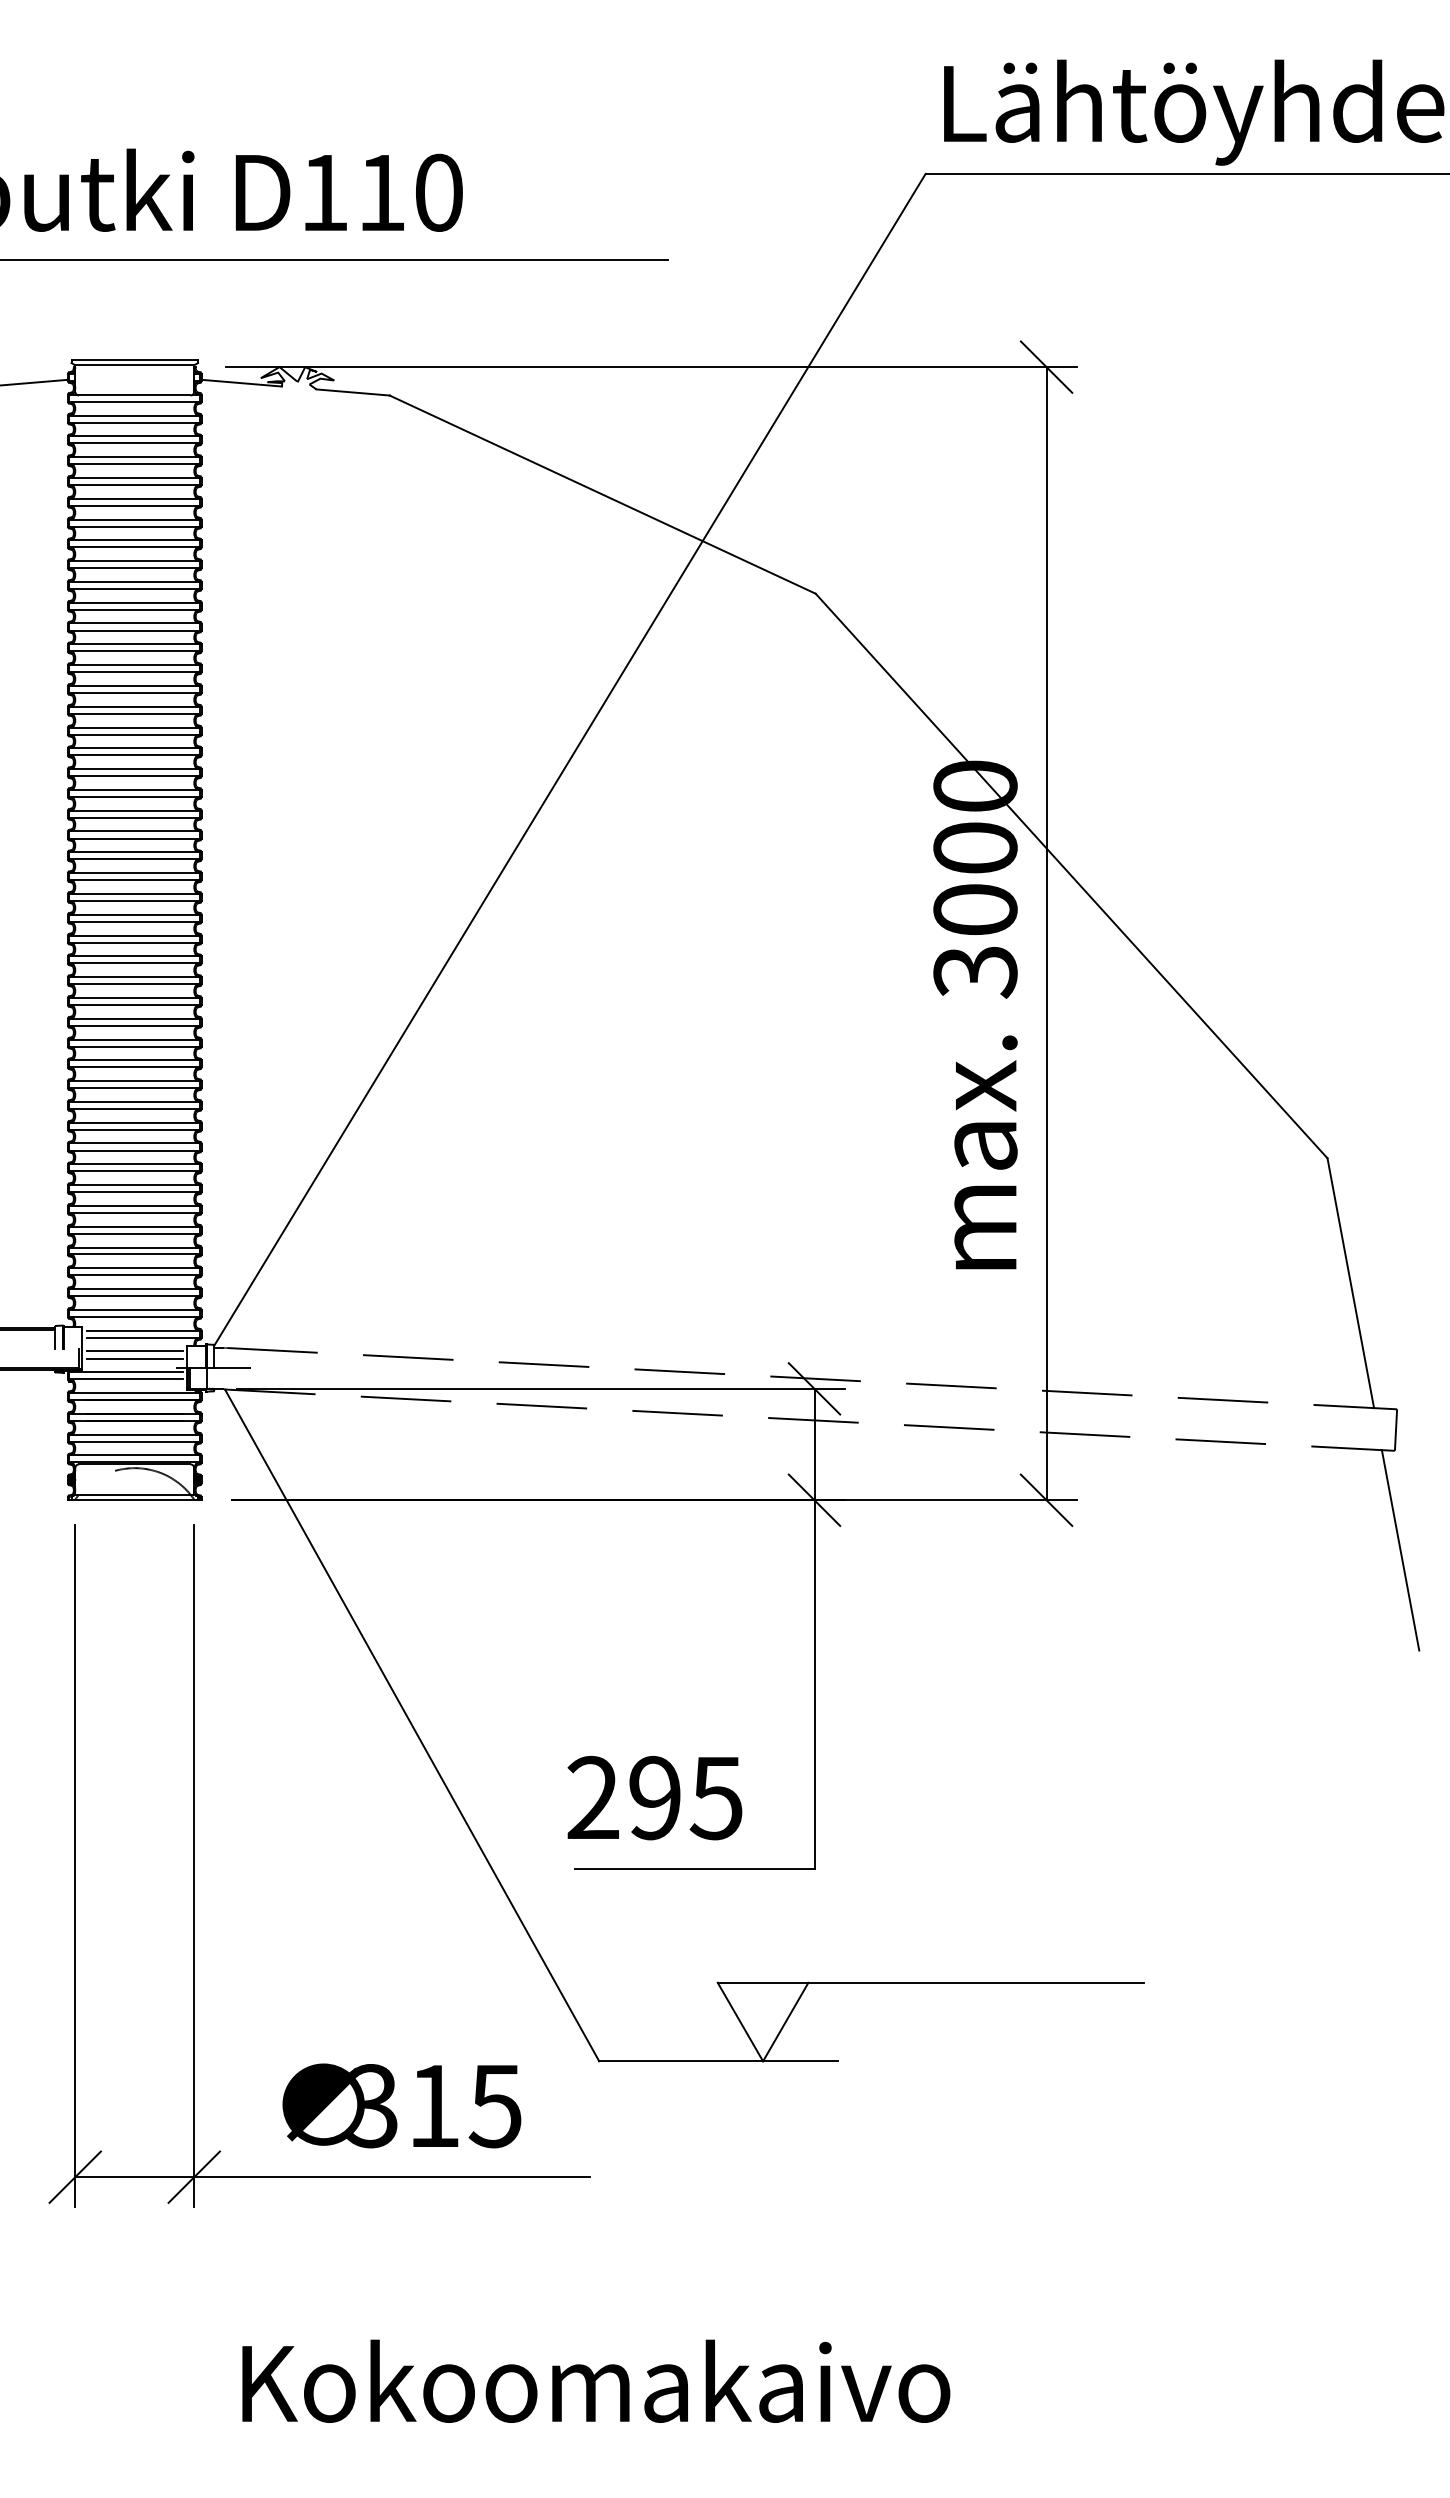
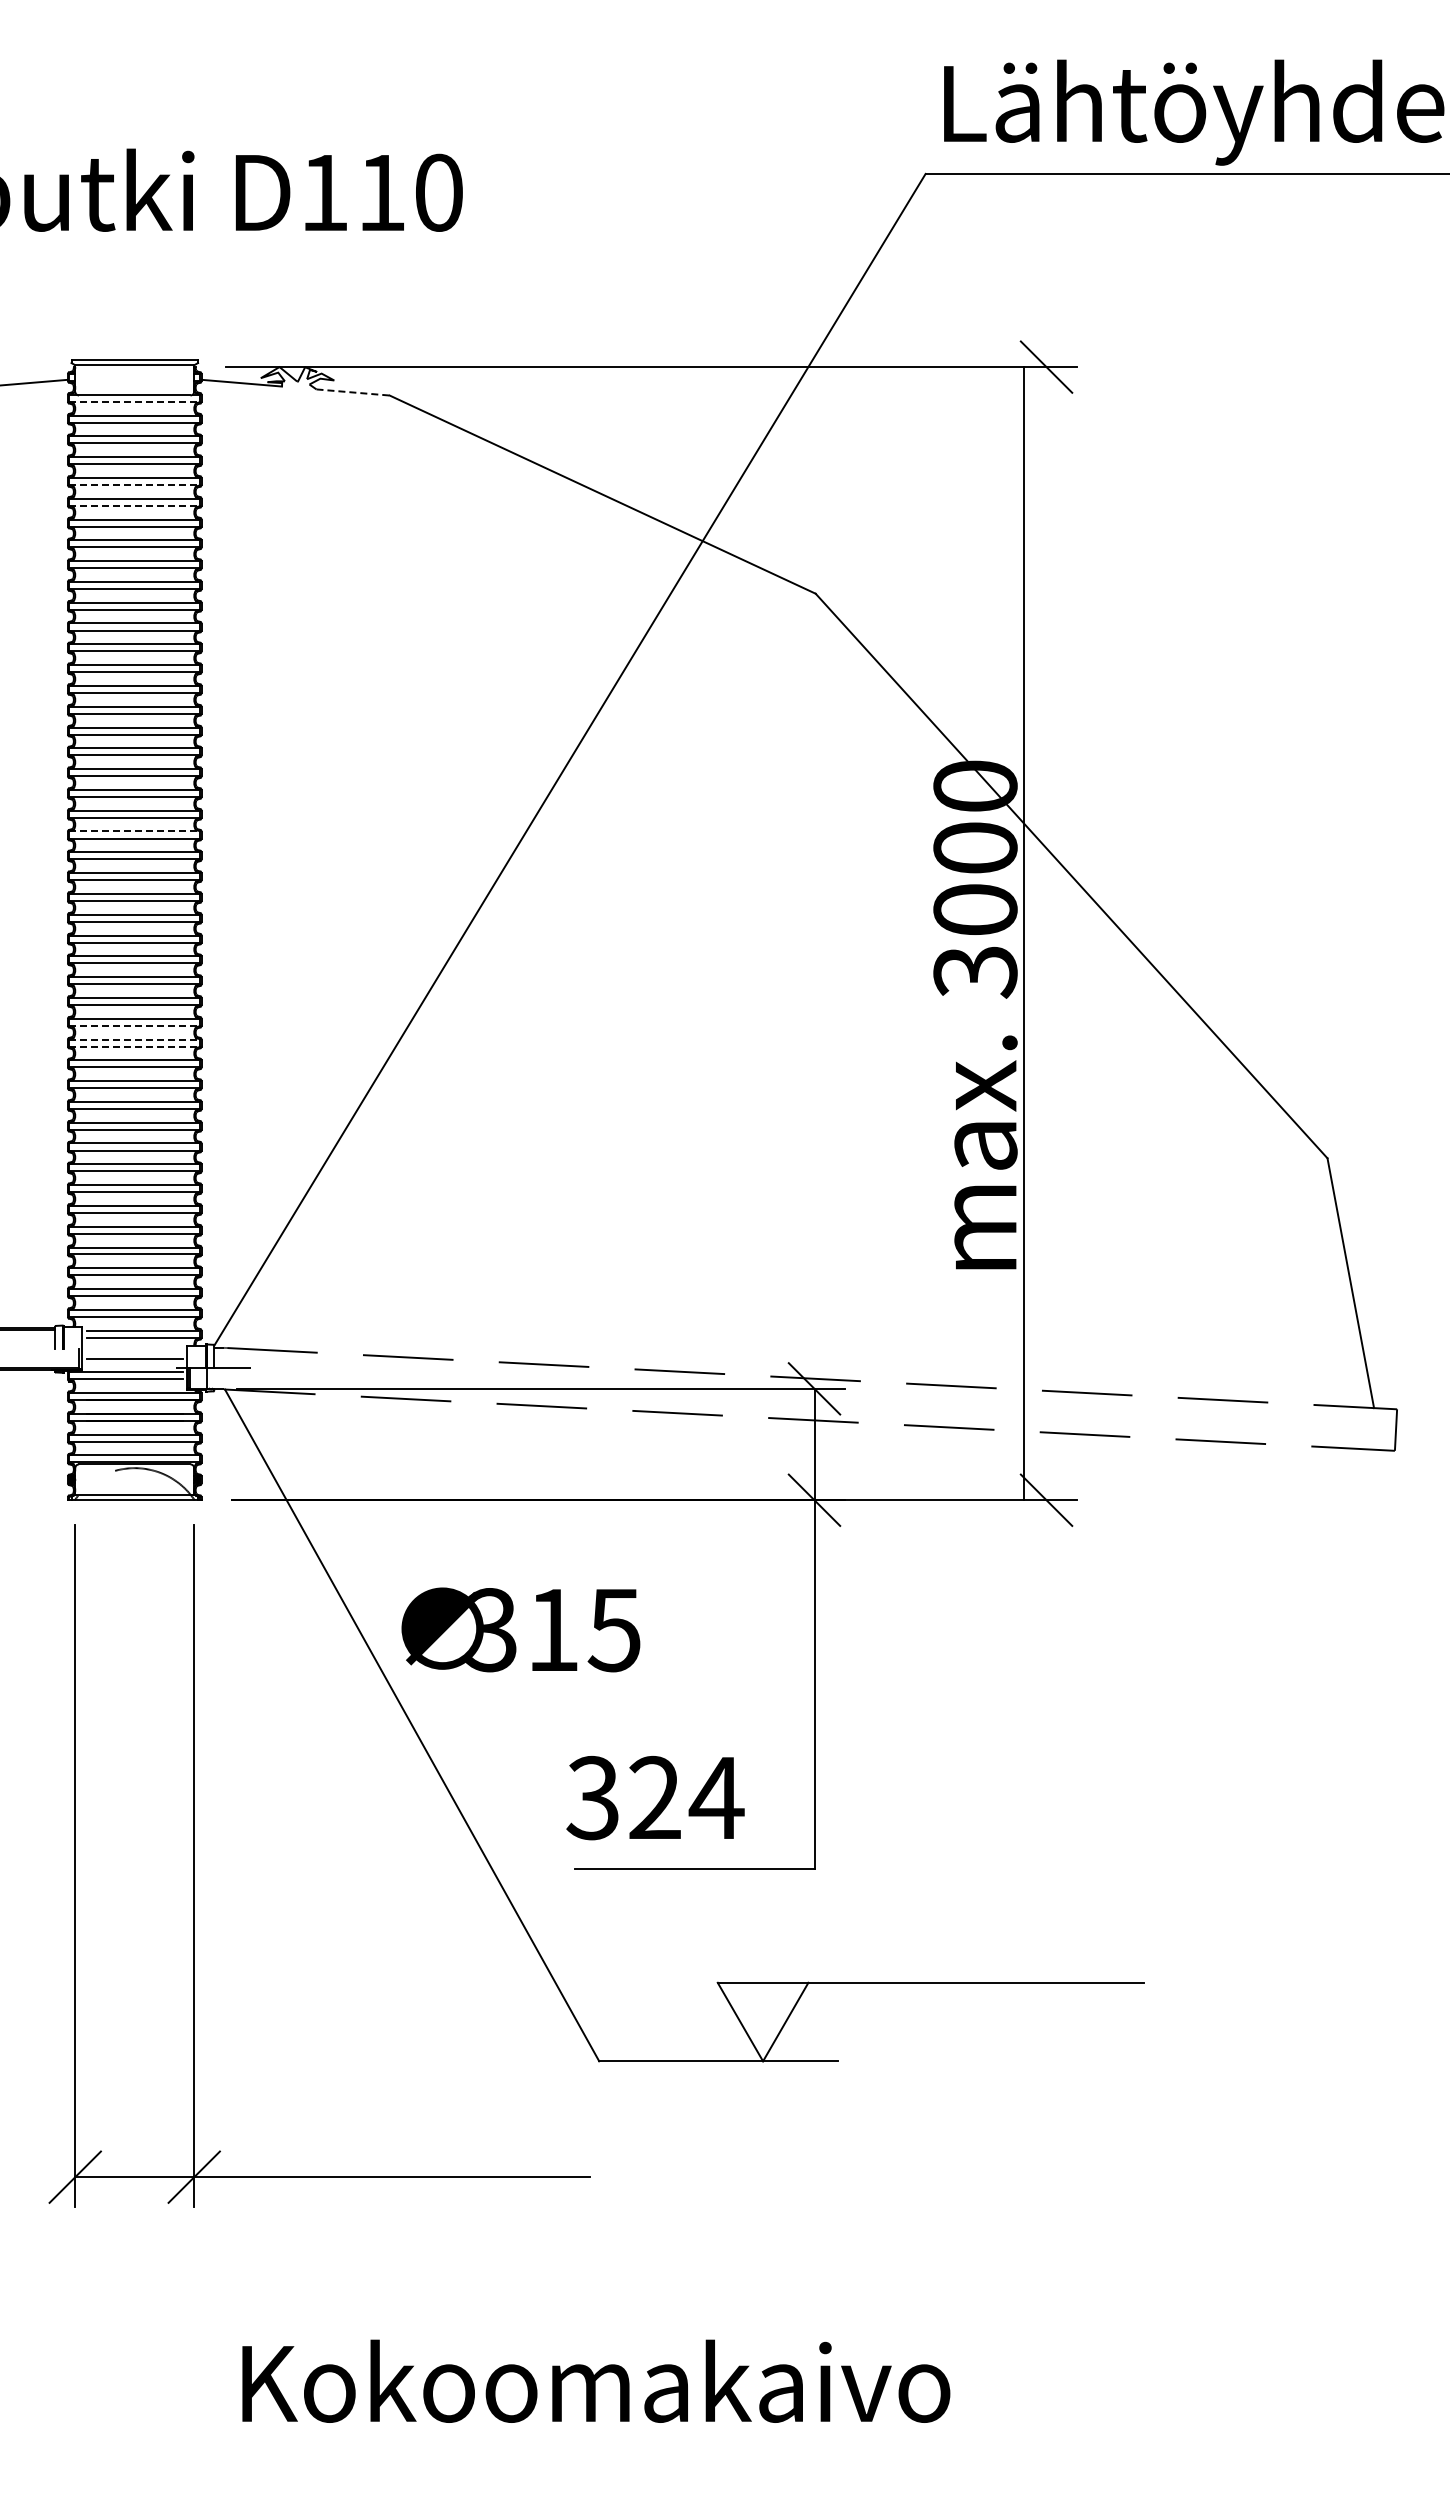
line at (334, 259): present -> none
line at (353, 392): solid -> dashed
line at (135, 401): solid -> dashed
line at (135, 484): solid -> dashed
line at (135, 505): solid -> dashed
line at (135, 831): solid -> dashed
line at (1046, 933) position: (1046, 933) -> (1023, 933)
line at (135, 1025): solid -> dashed
line at (135, 1039): solid -> dashed
line at (135, 1046): solid -> dashed
line at (134, 1351): present -> none
line at (1400, 1550): present -> none
text at (655, 1798): 295 -> 324
text at (401, 2105) position: (401, 2105) -> (520, 1629)
